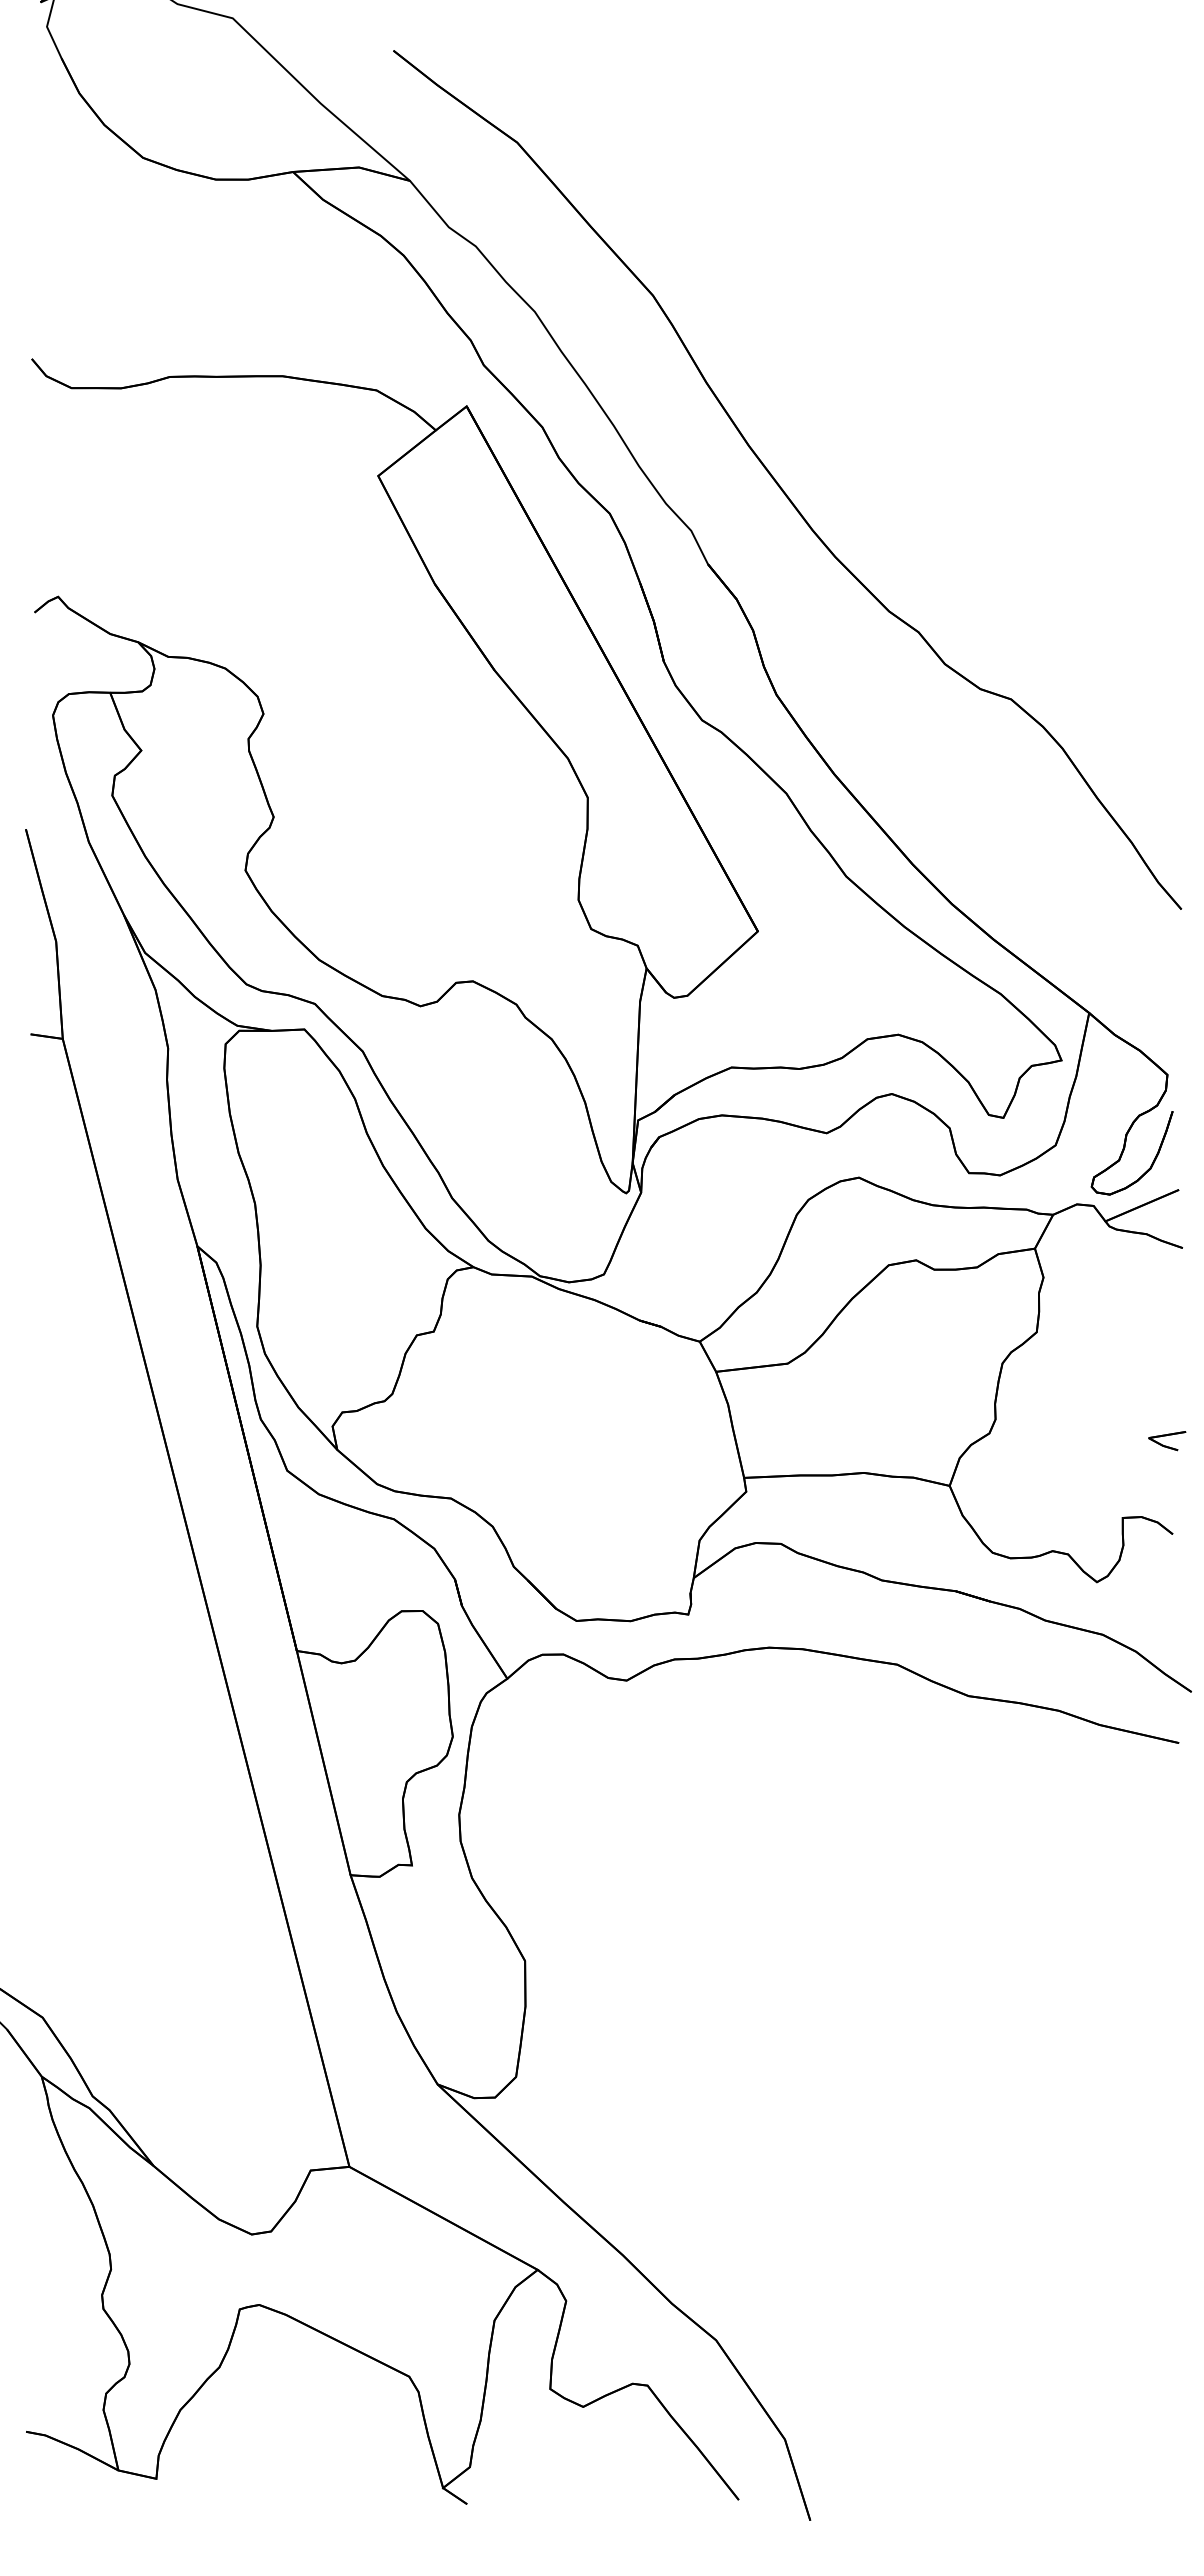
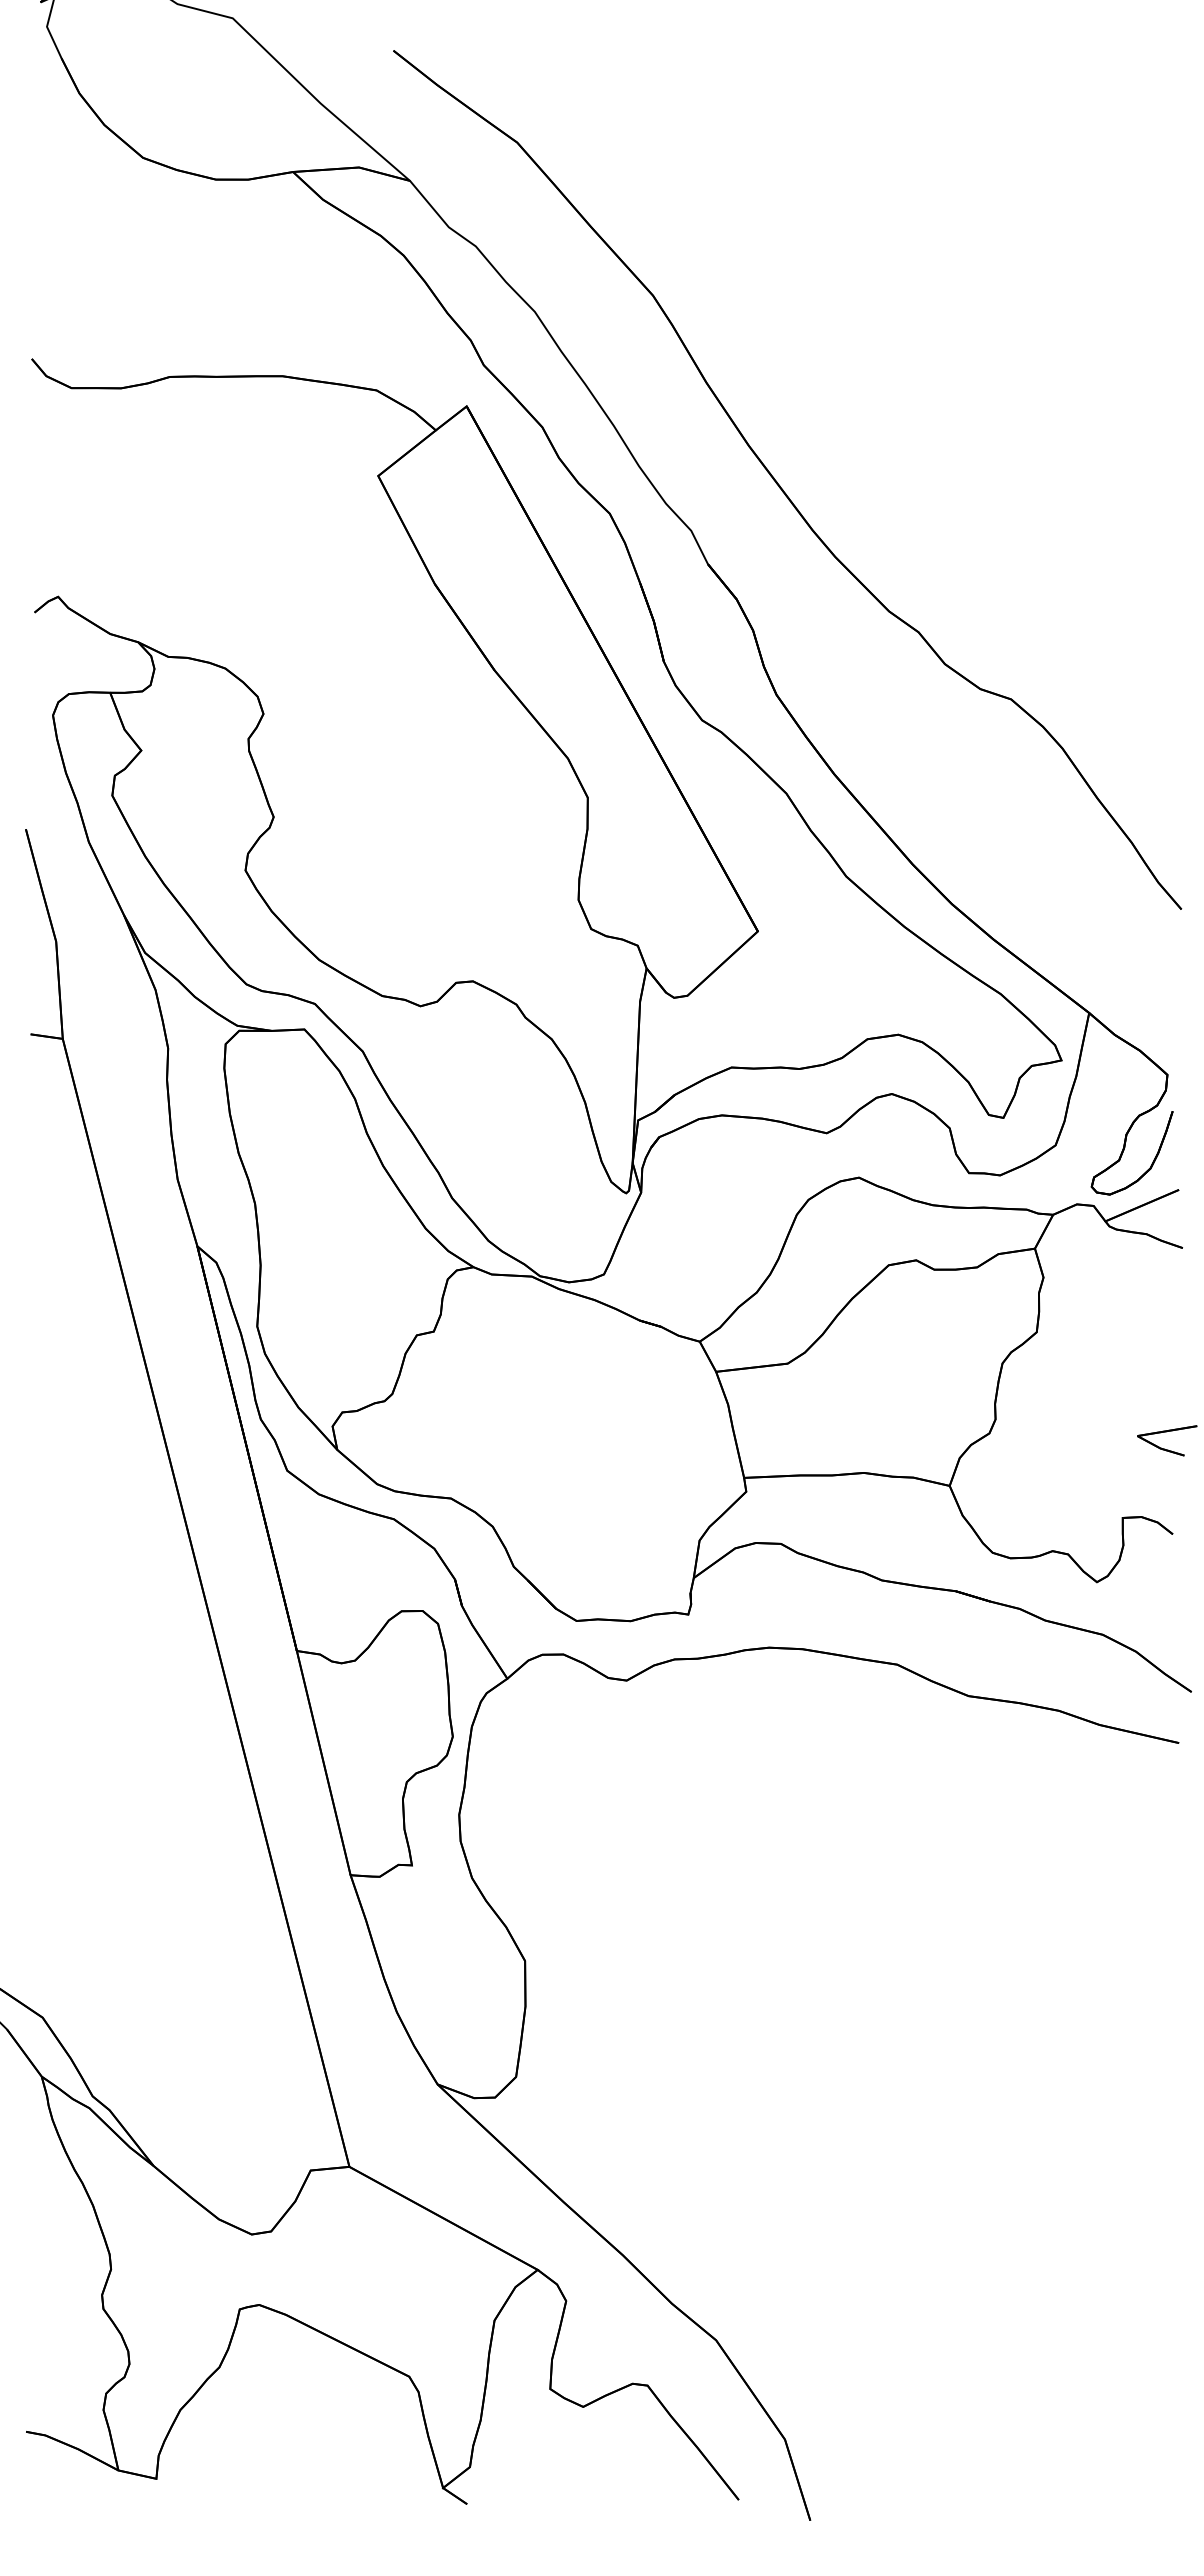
part at (1167, 1441) size: 39x21 px -> 61x32 px
